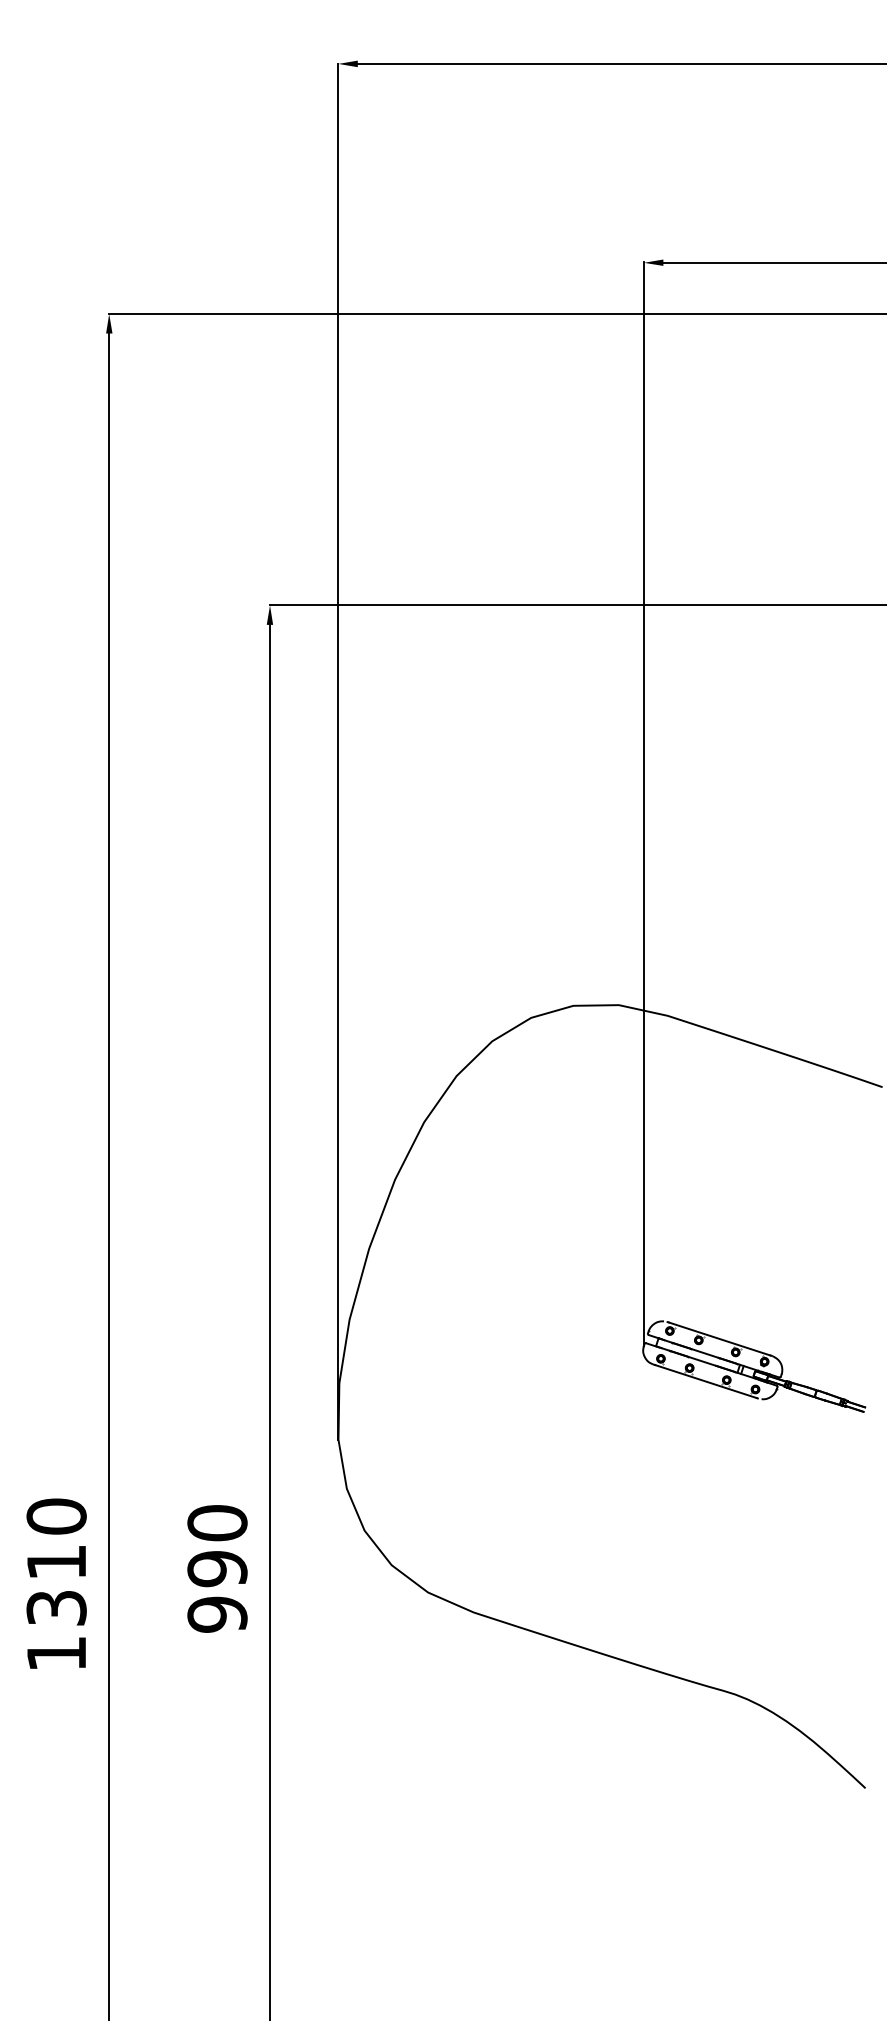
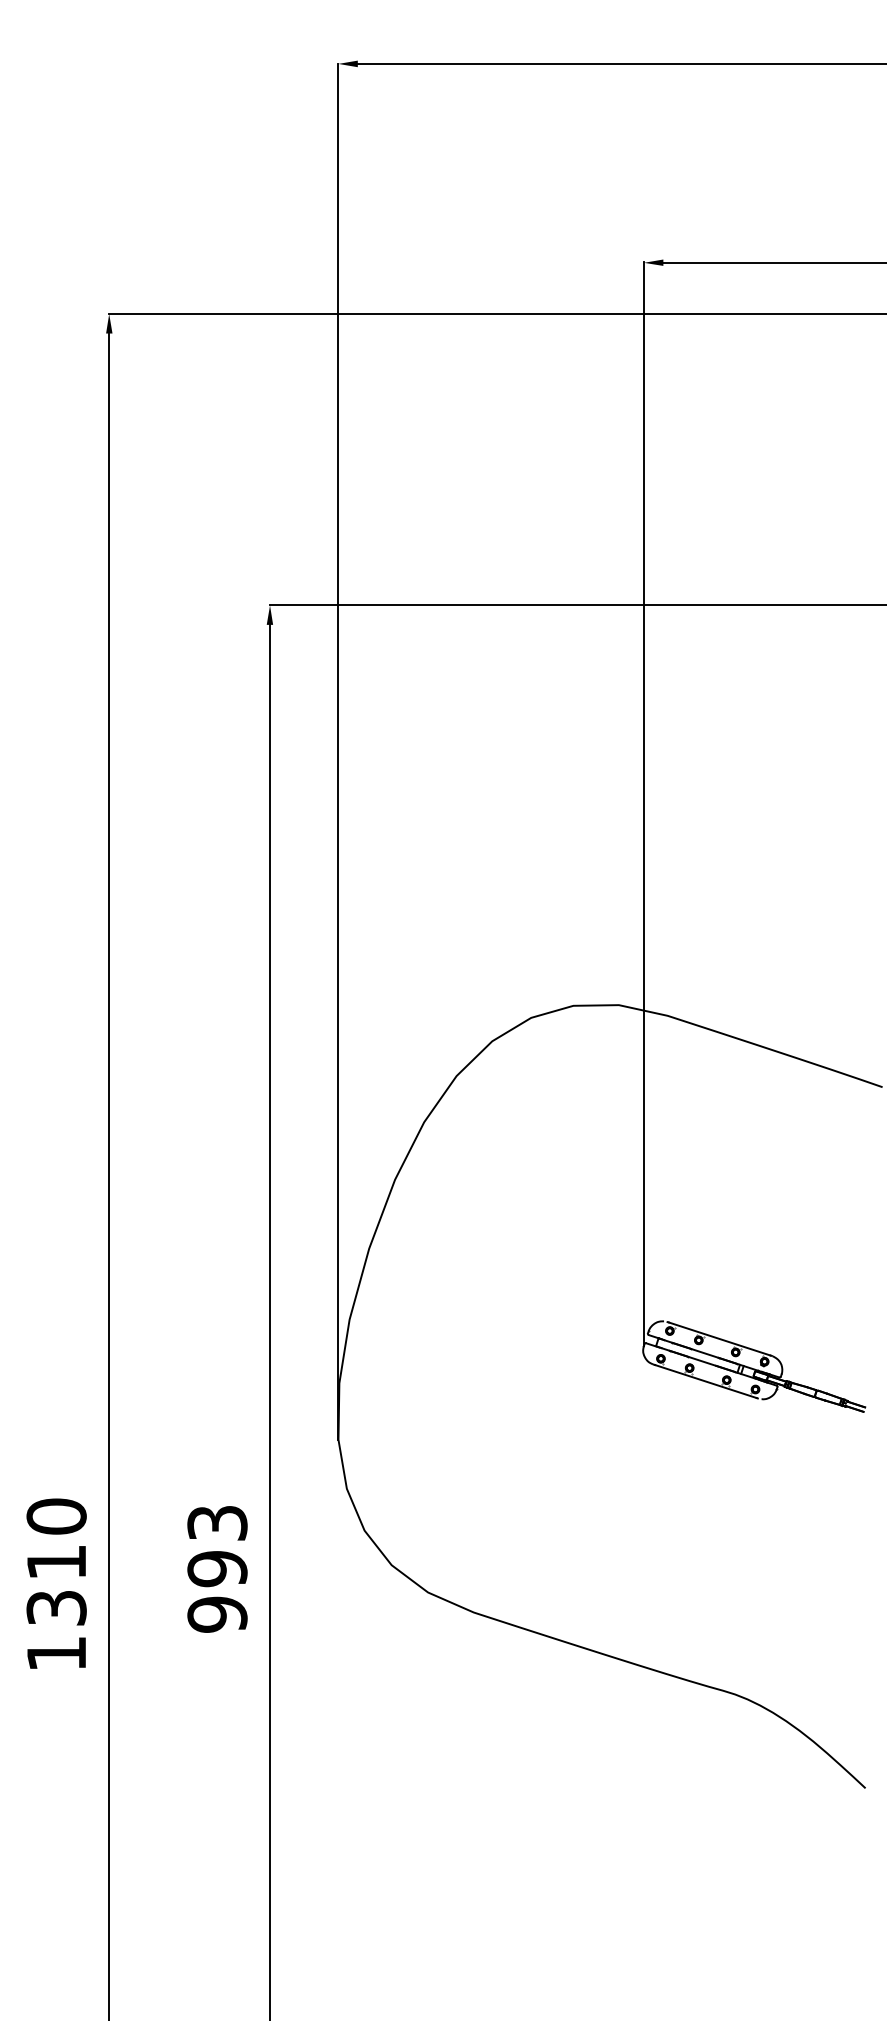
text at (217, 1523): 990 -> 993
